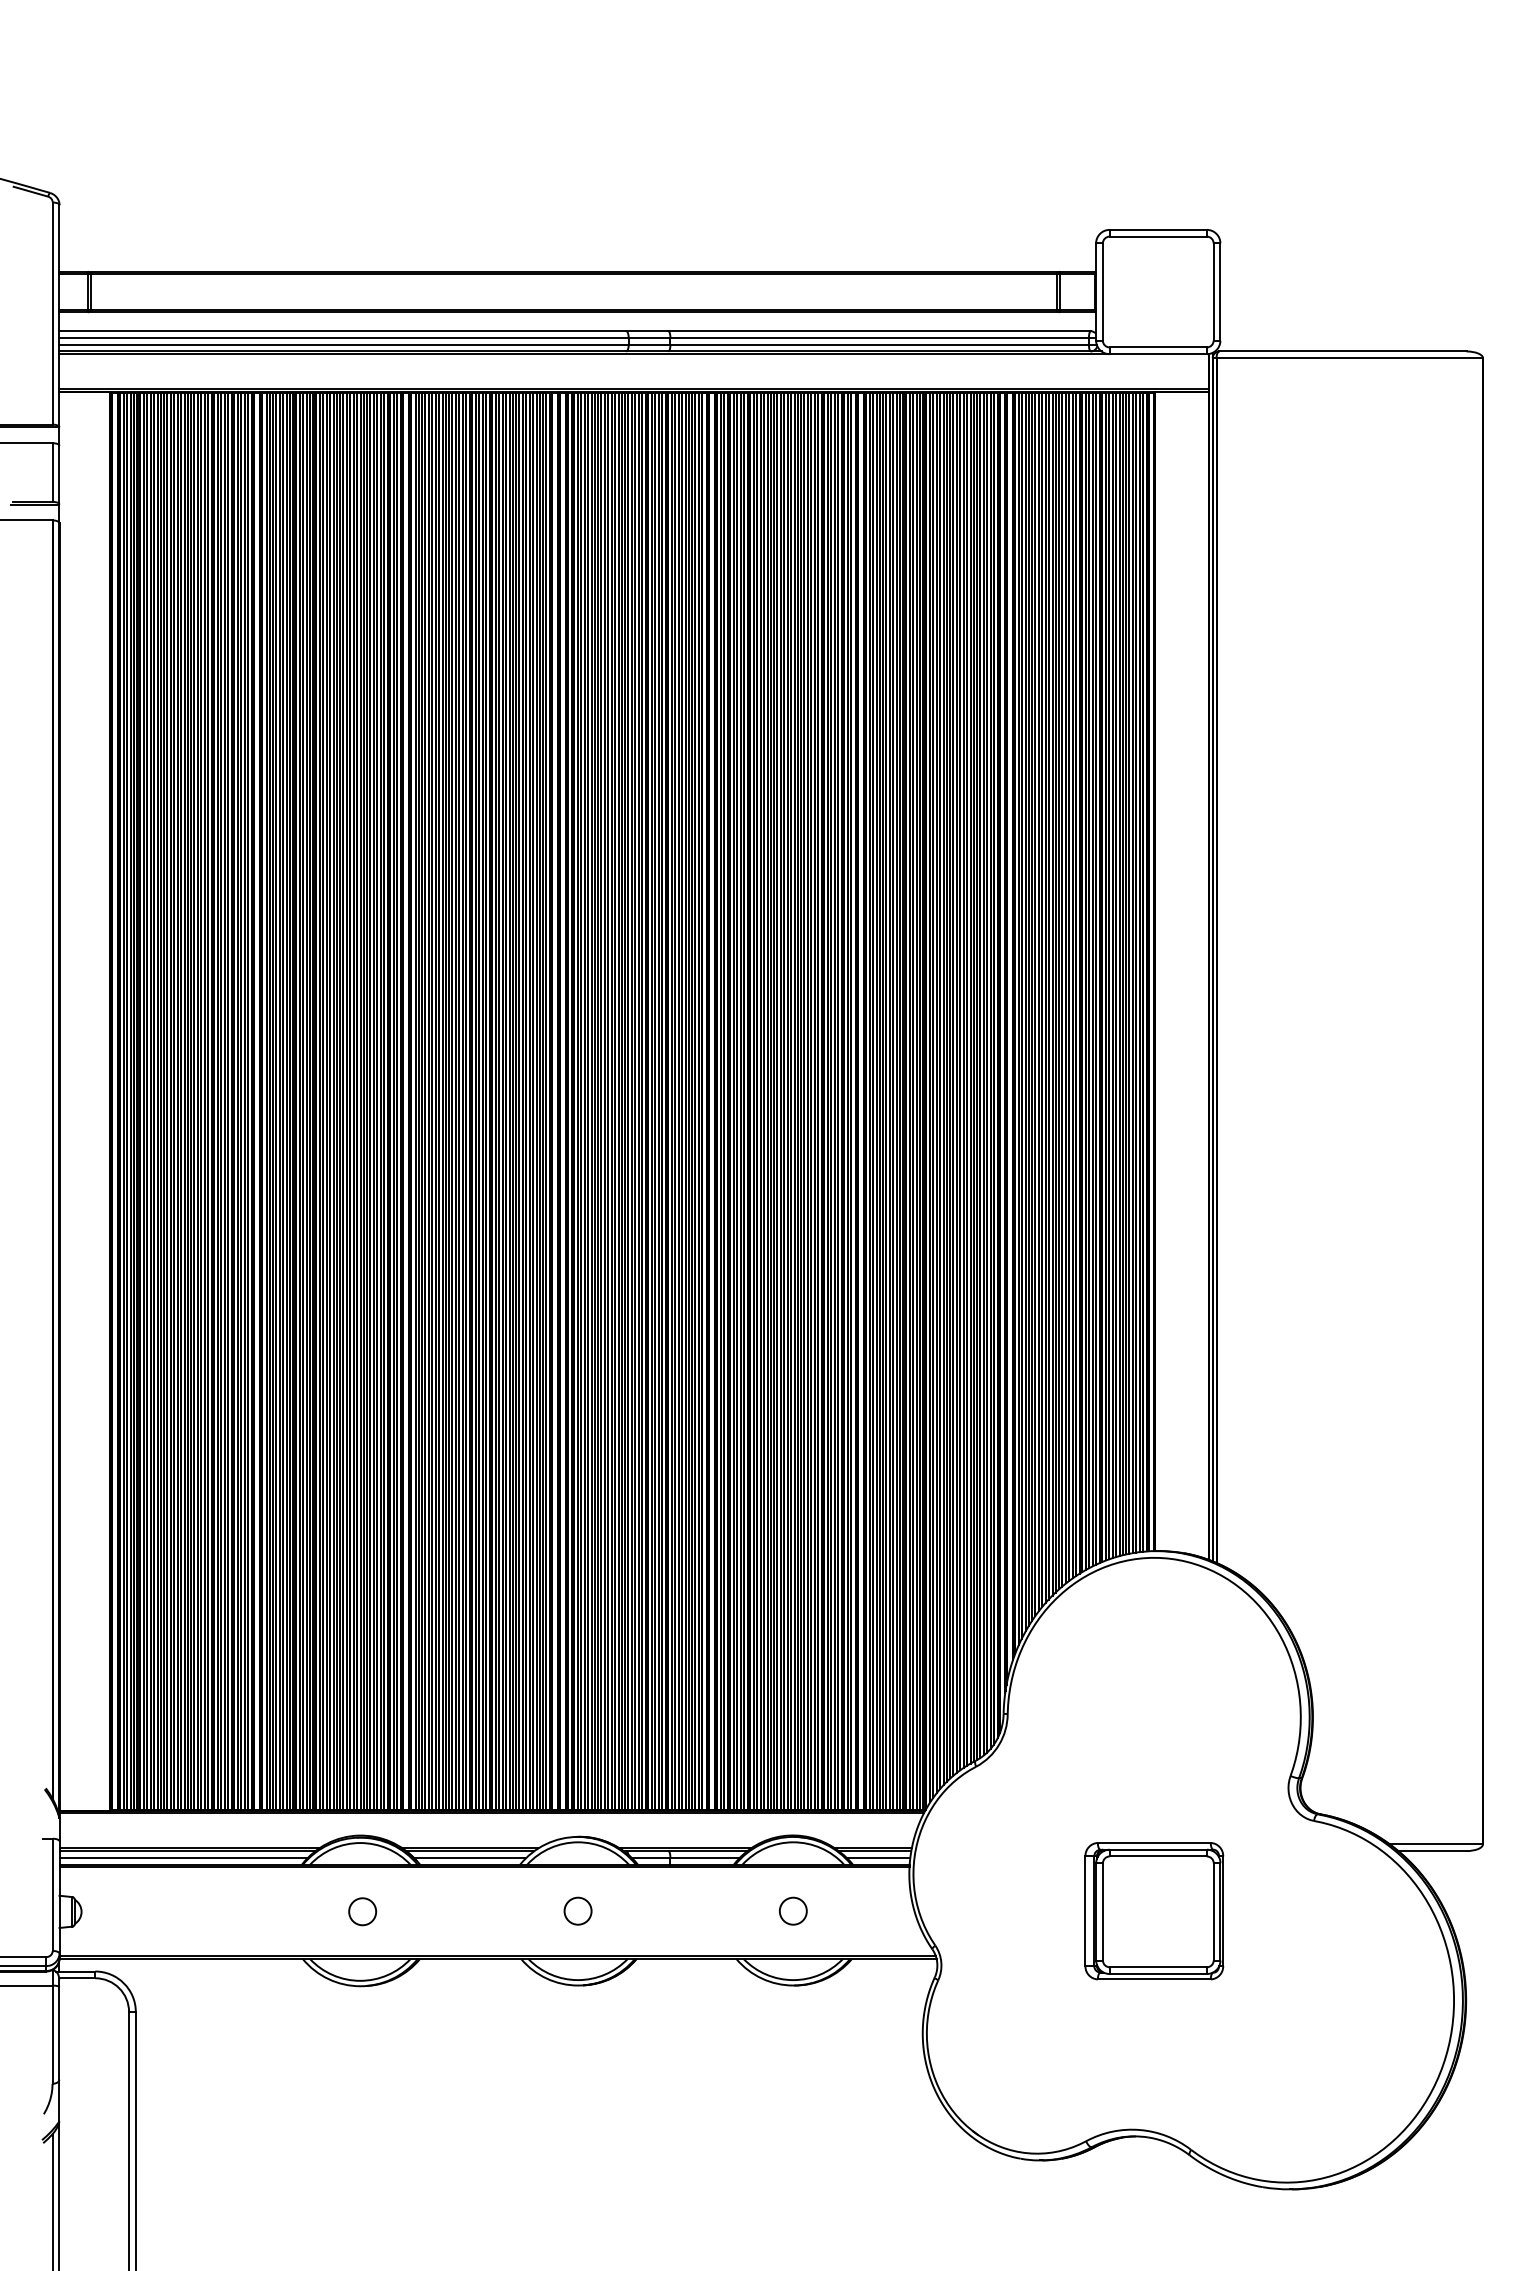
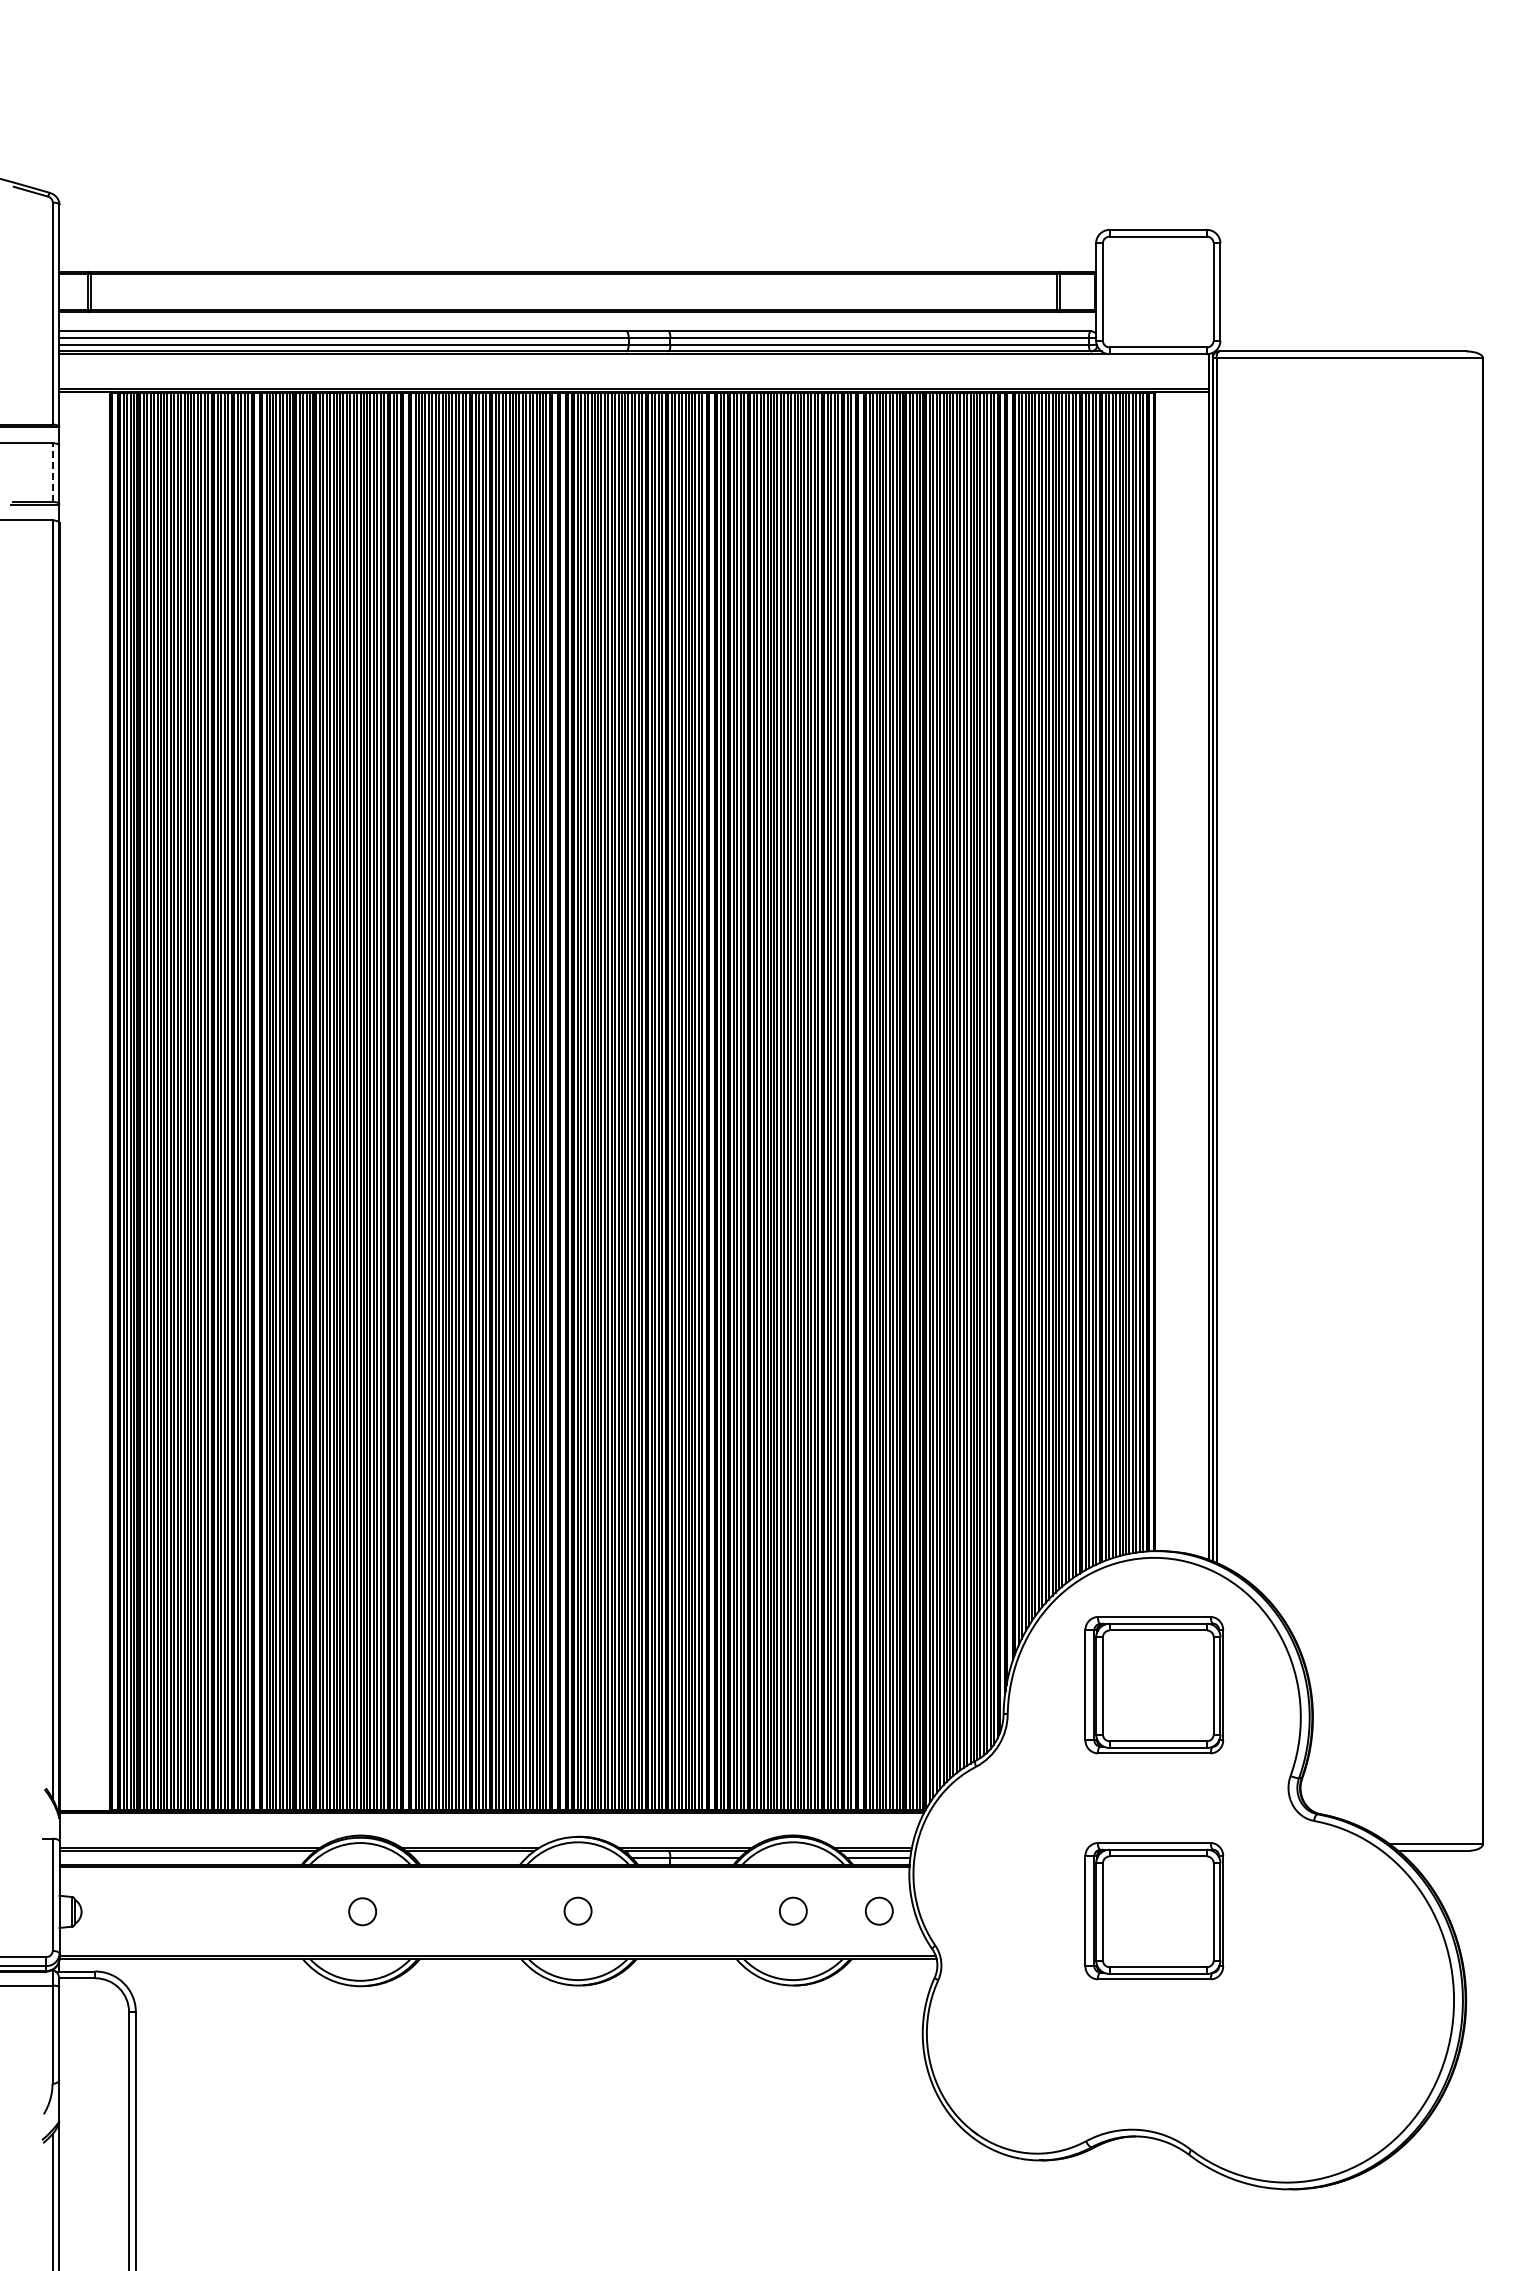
line at (52, 472): solid -> dashed
part at (1154, 1685): none -> present
line at (183, 1857): present -> none
line at (469, 1857): present -> none
circle at (878, 1910): none -> present
